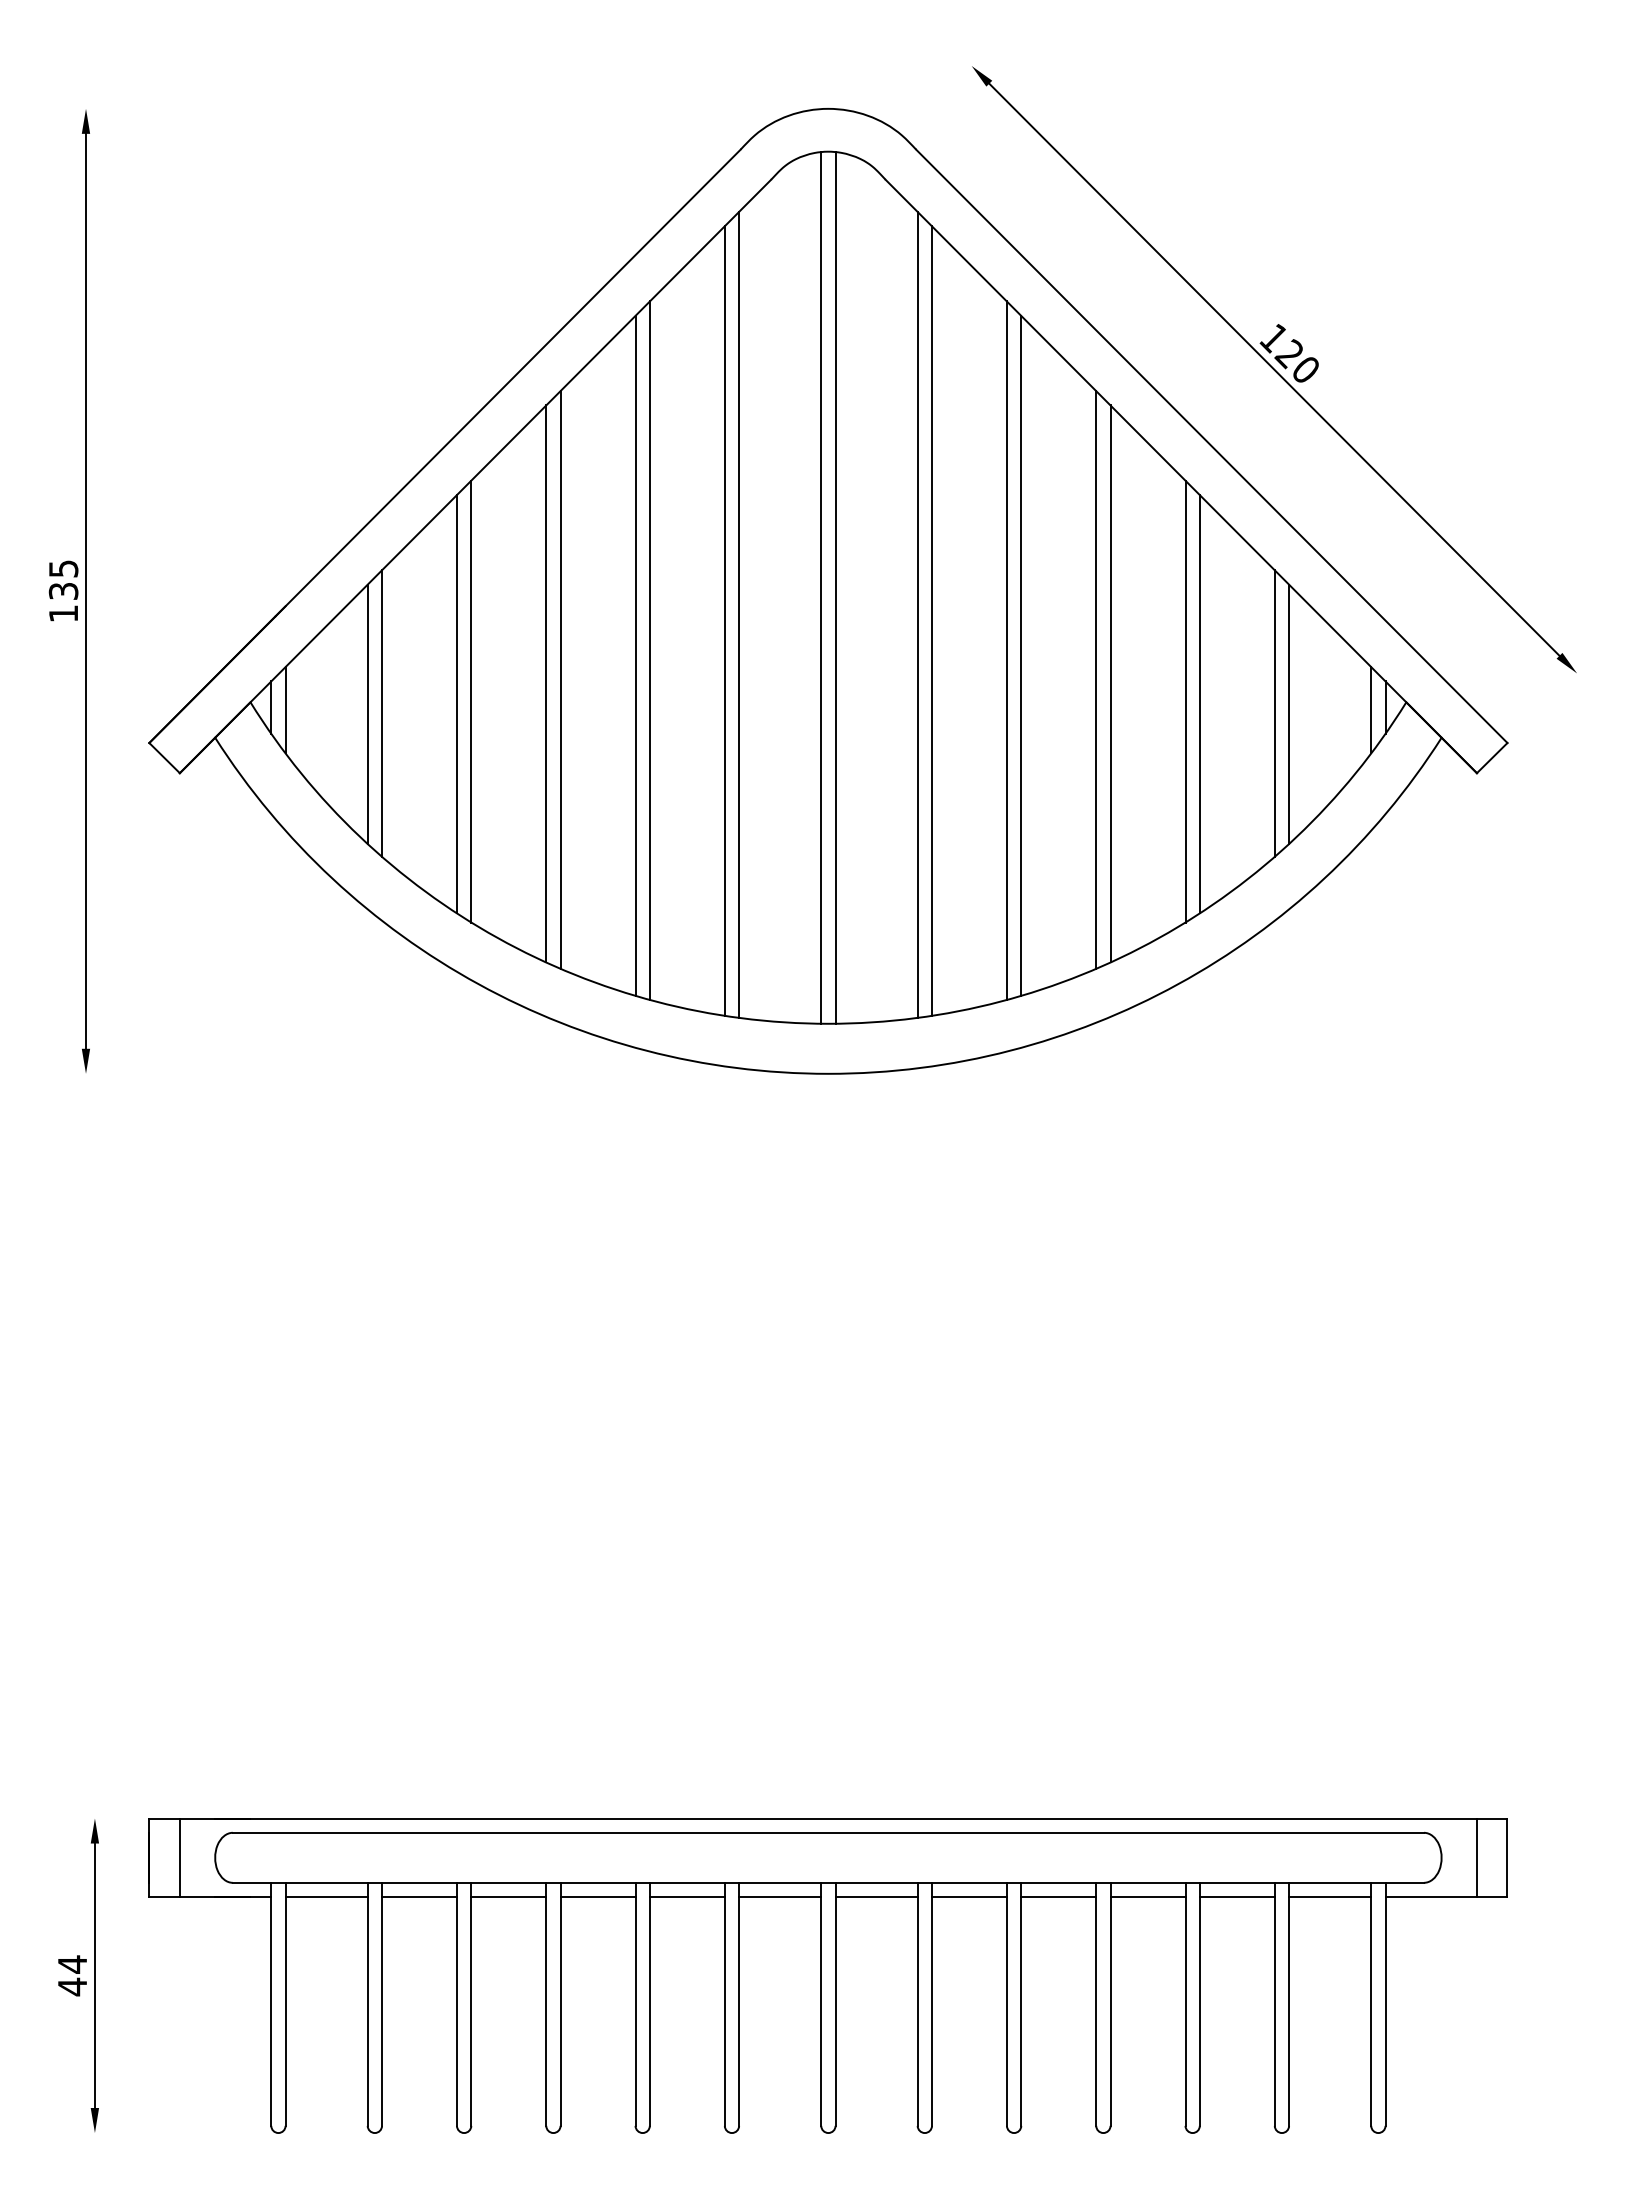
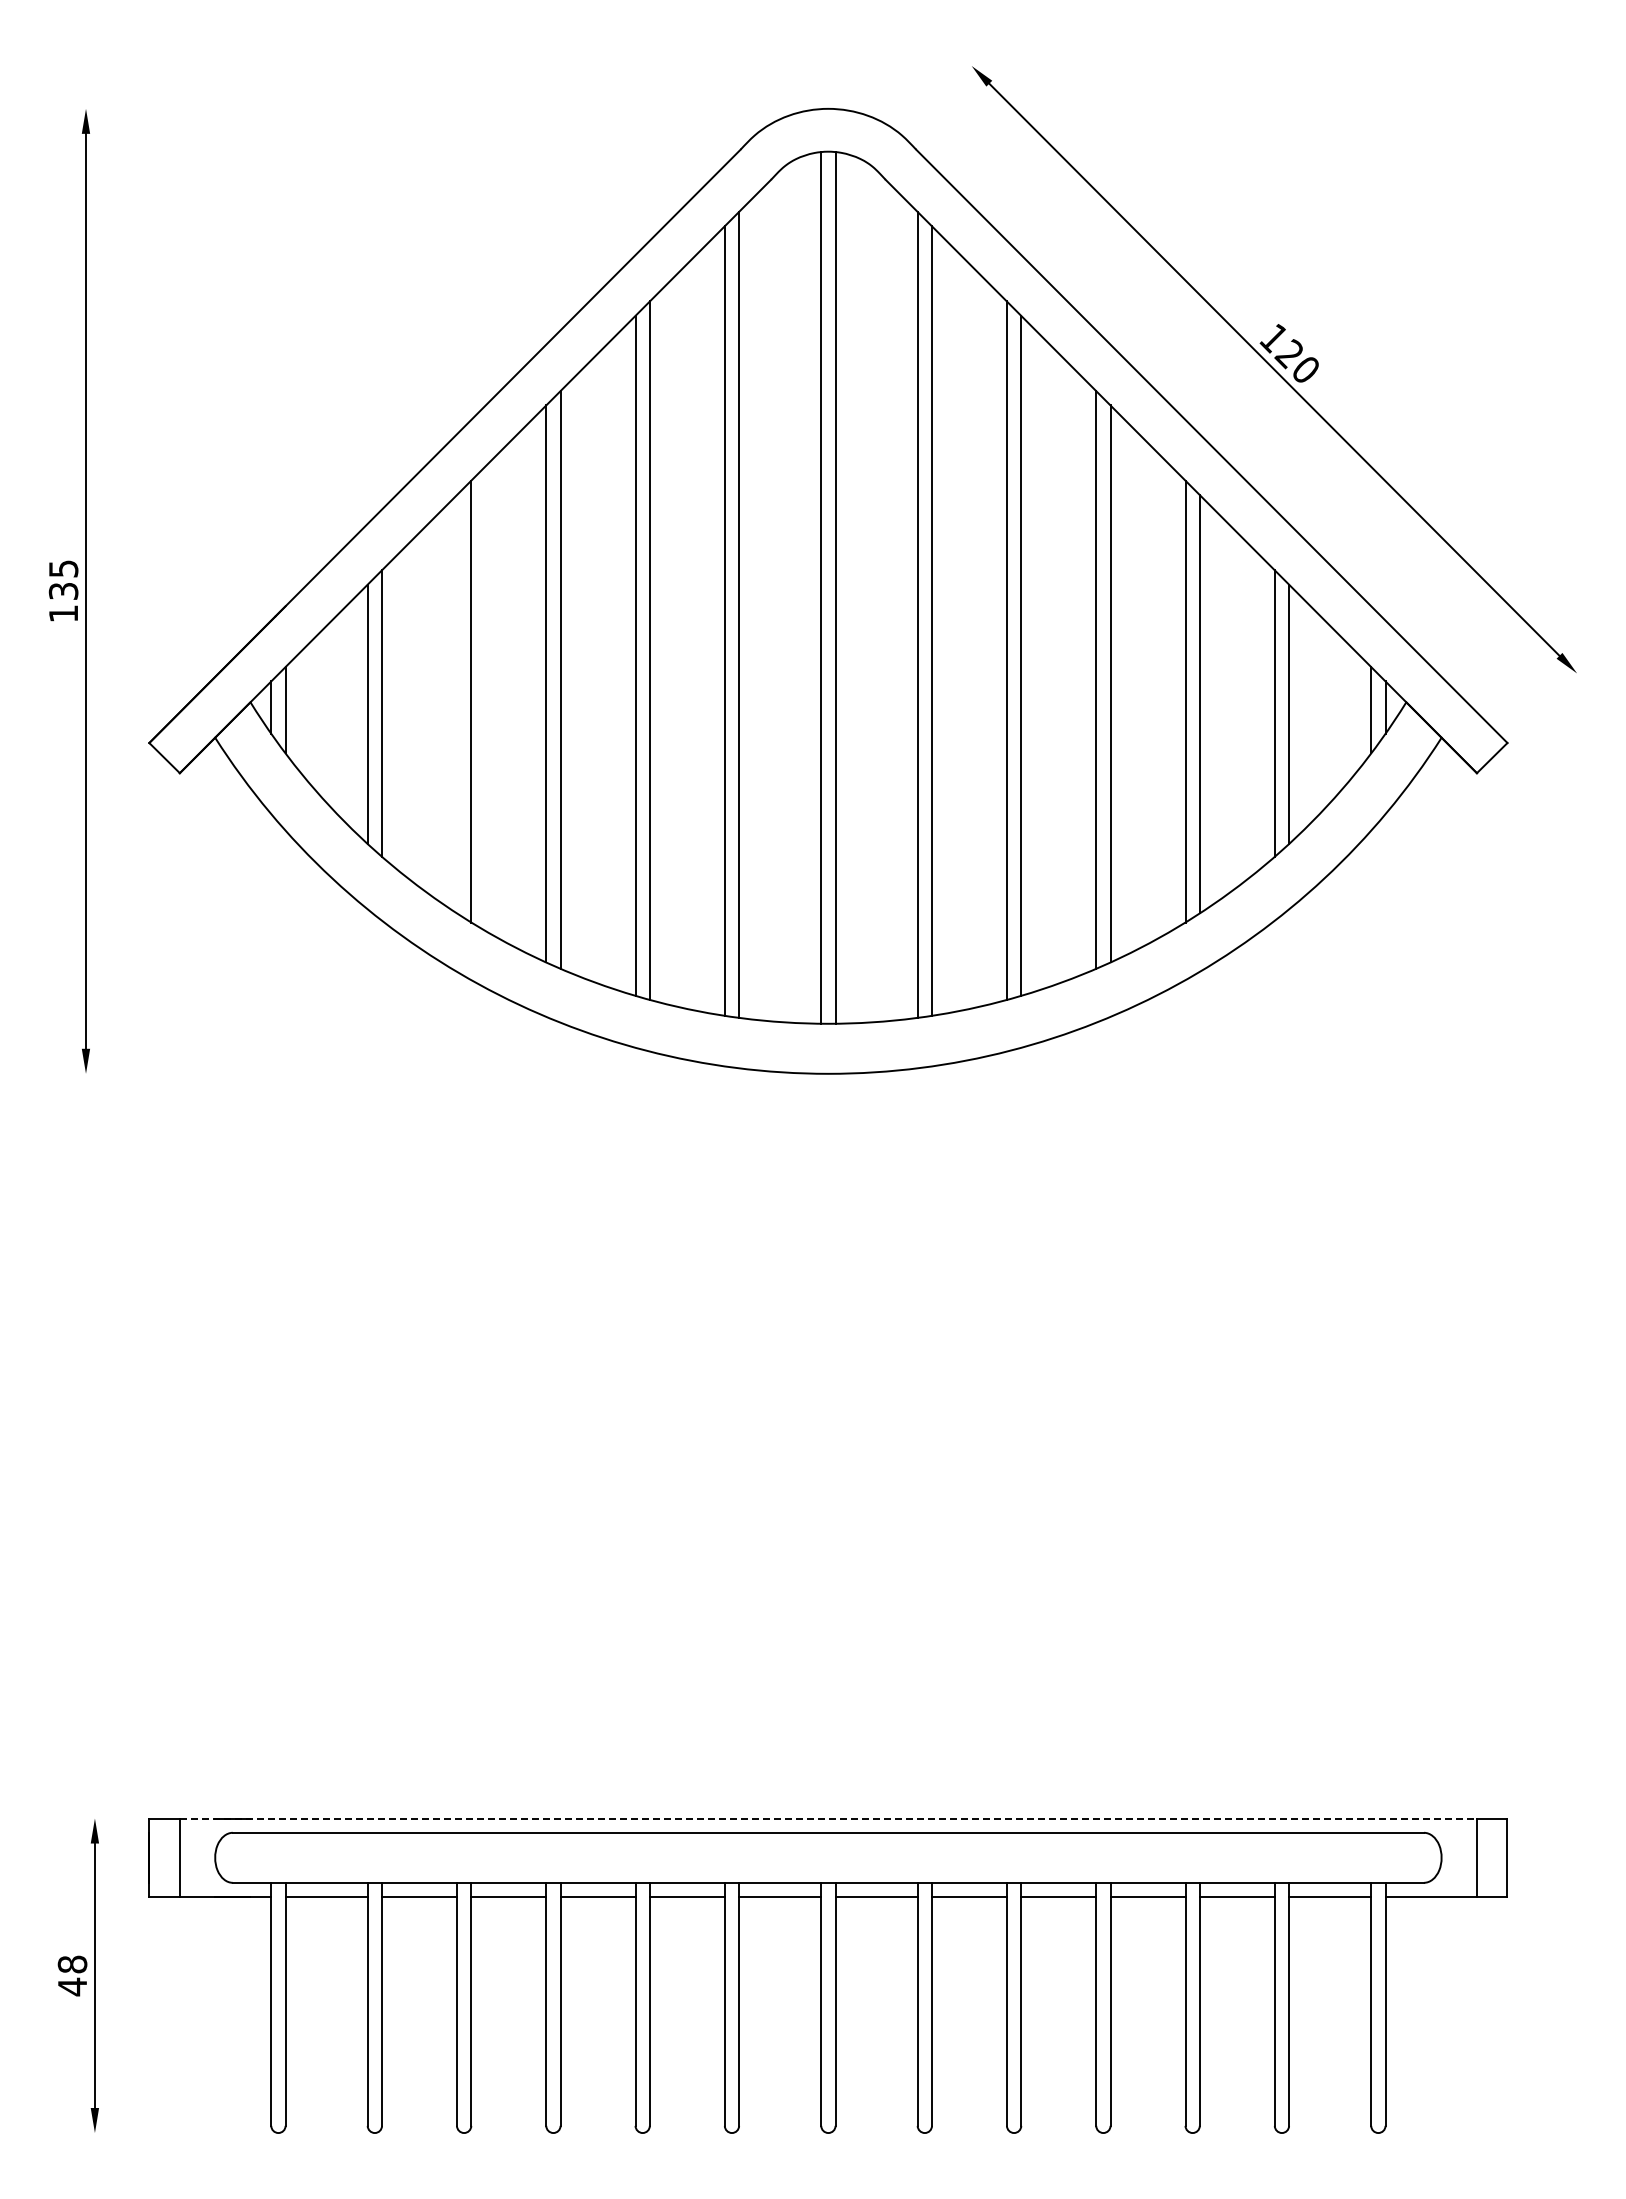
line at (457, 704): present -> none
line at (828, 1818): solid -> dashed
text at (72, 1964): 44 -> 48
